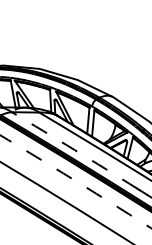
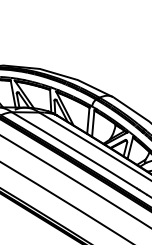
arc at (74, 150): dashed -> solid
arc at (76, 181): dashed -> solid
